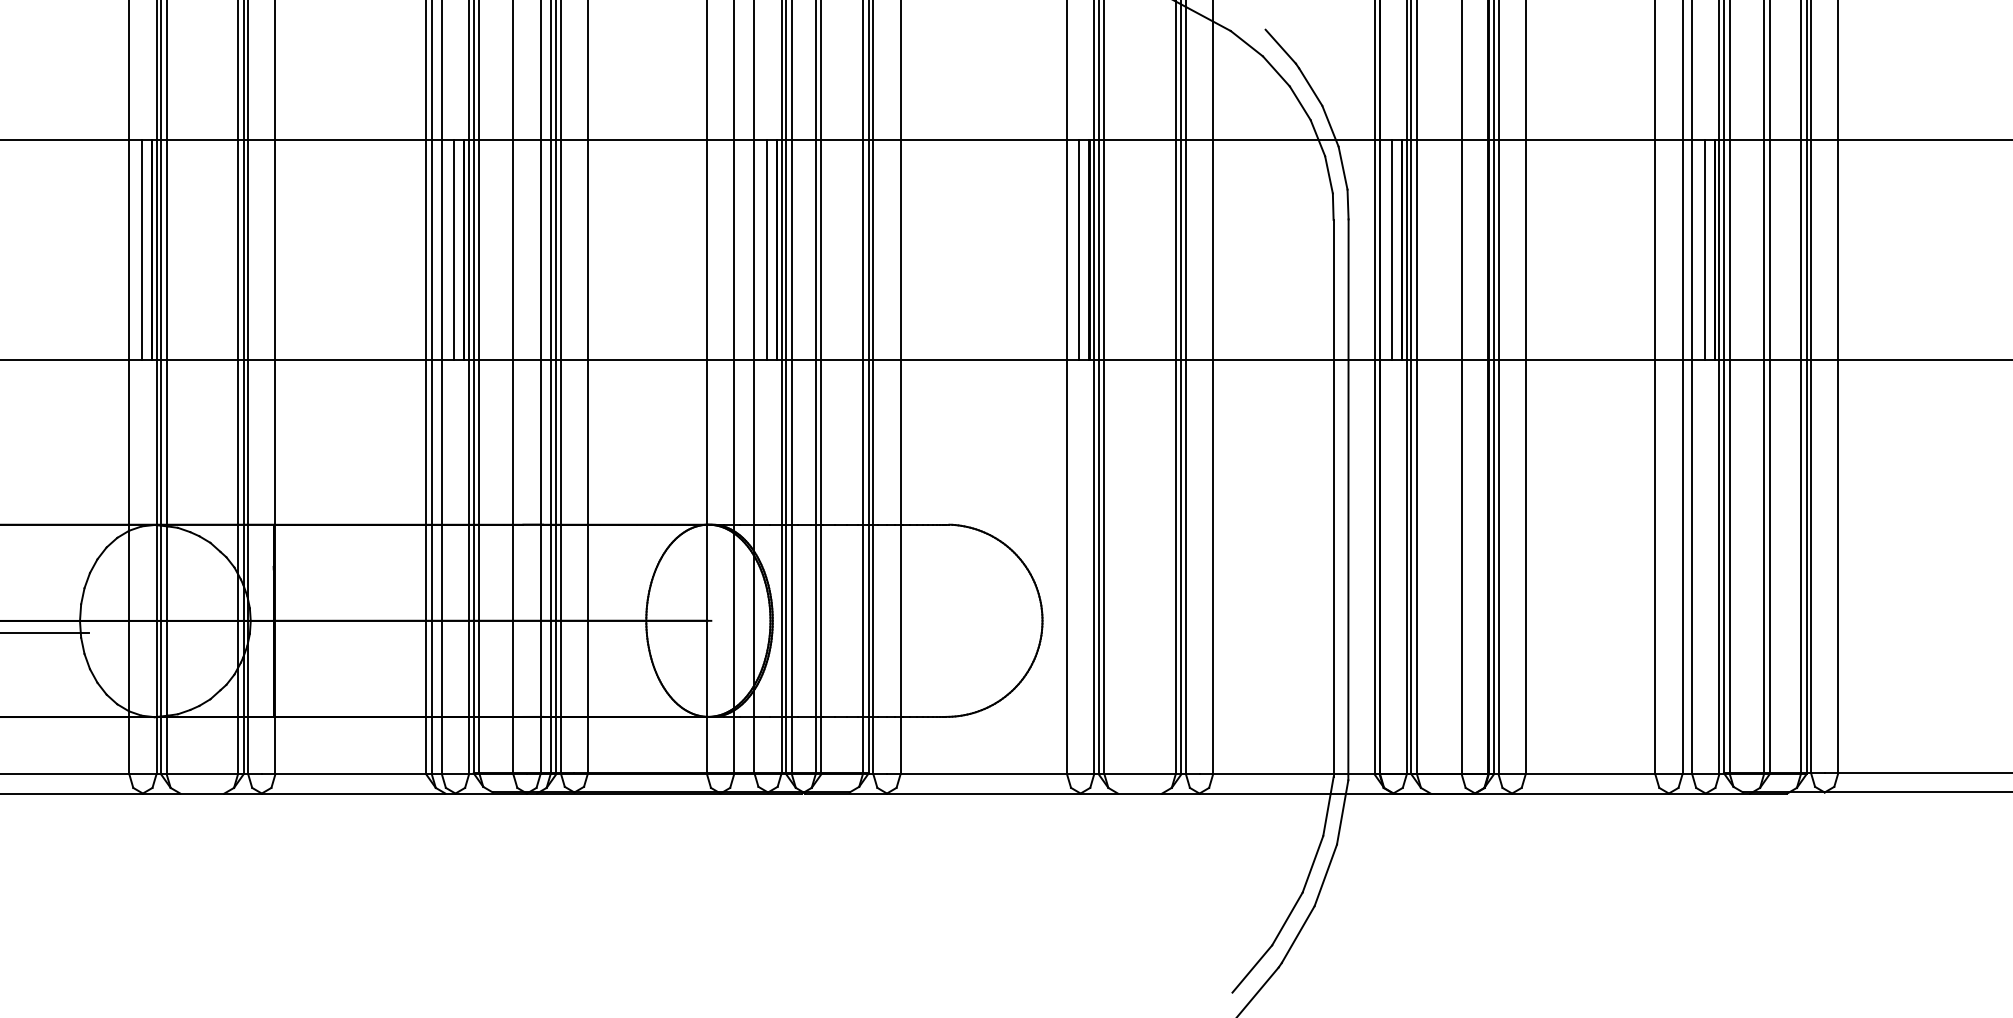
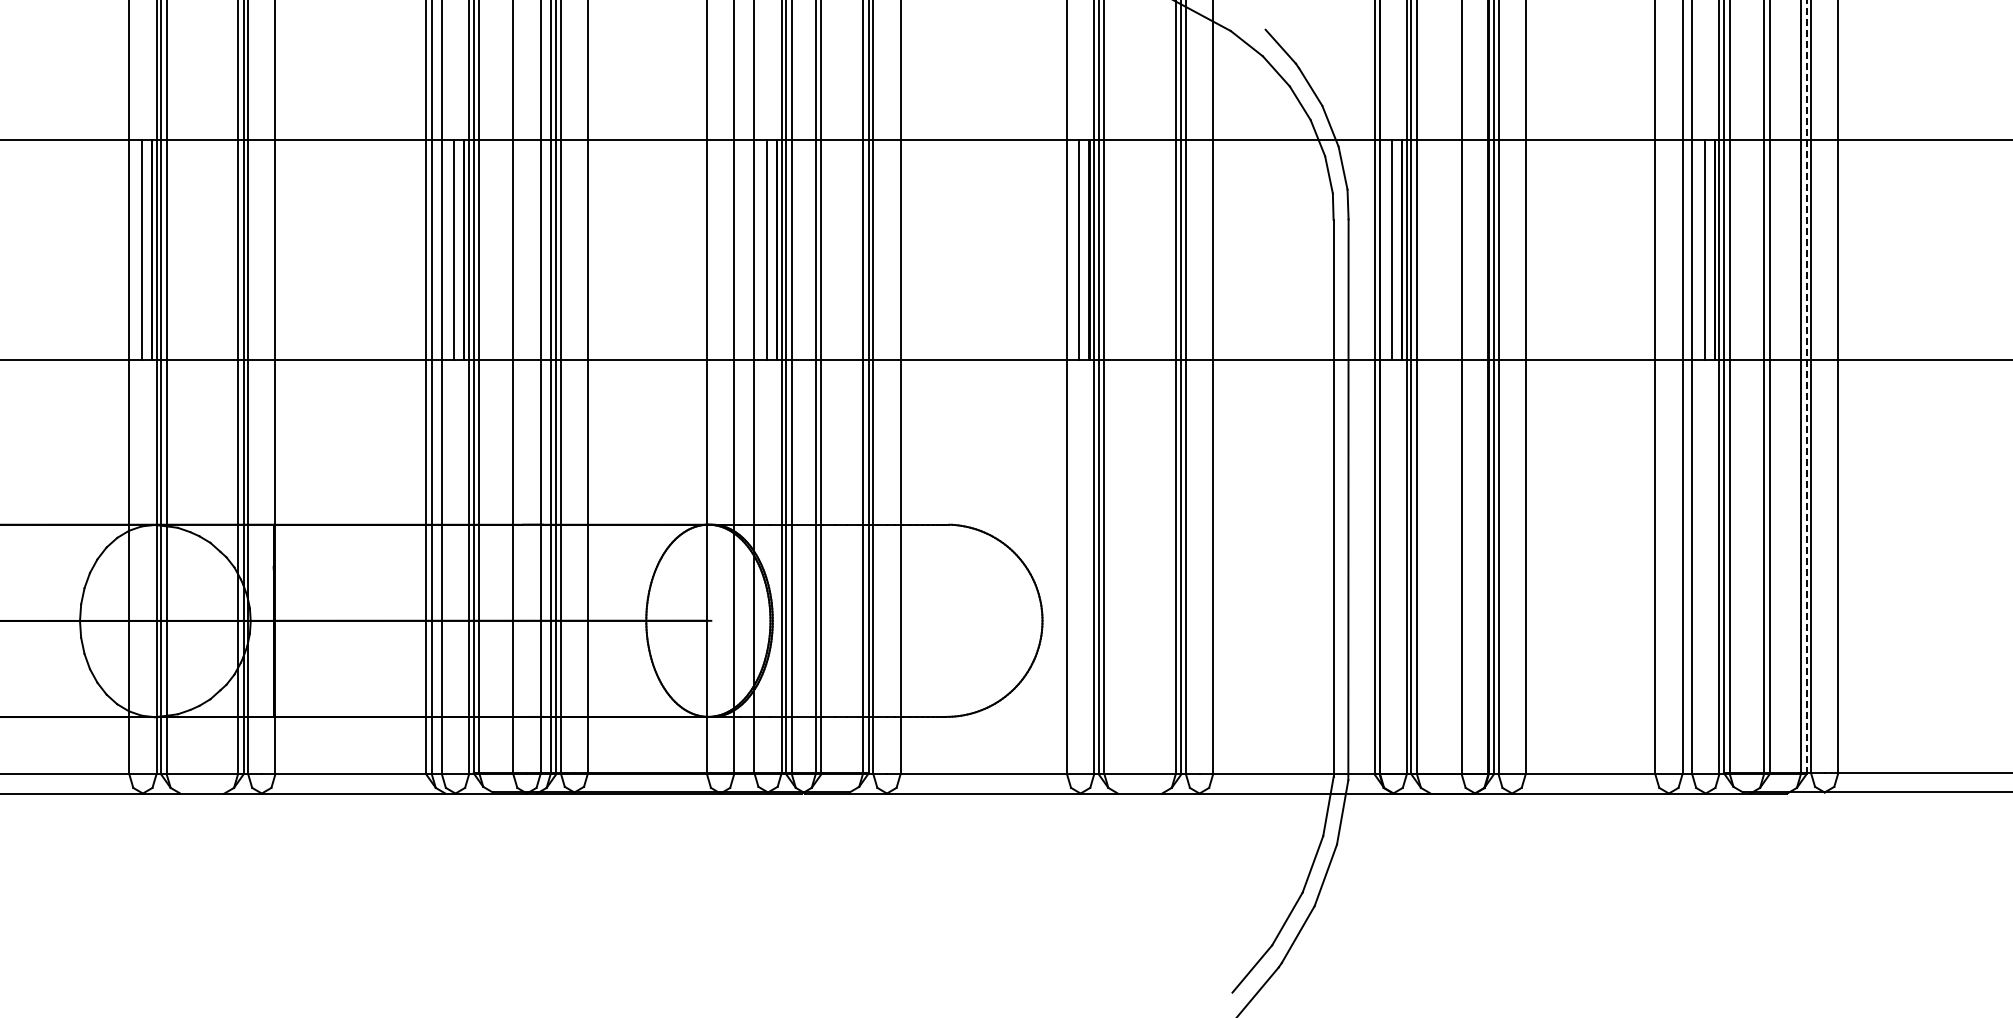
line at (1806, 387): solid -> dashed
line at (45, 632): present -> none
